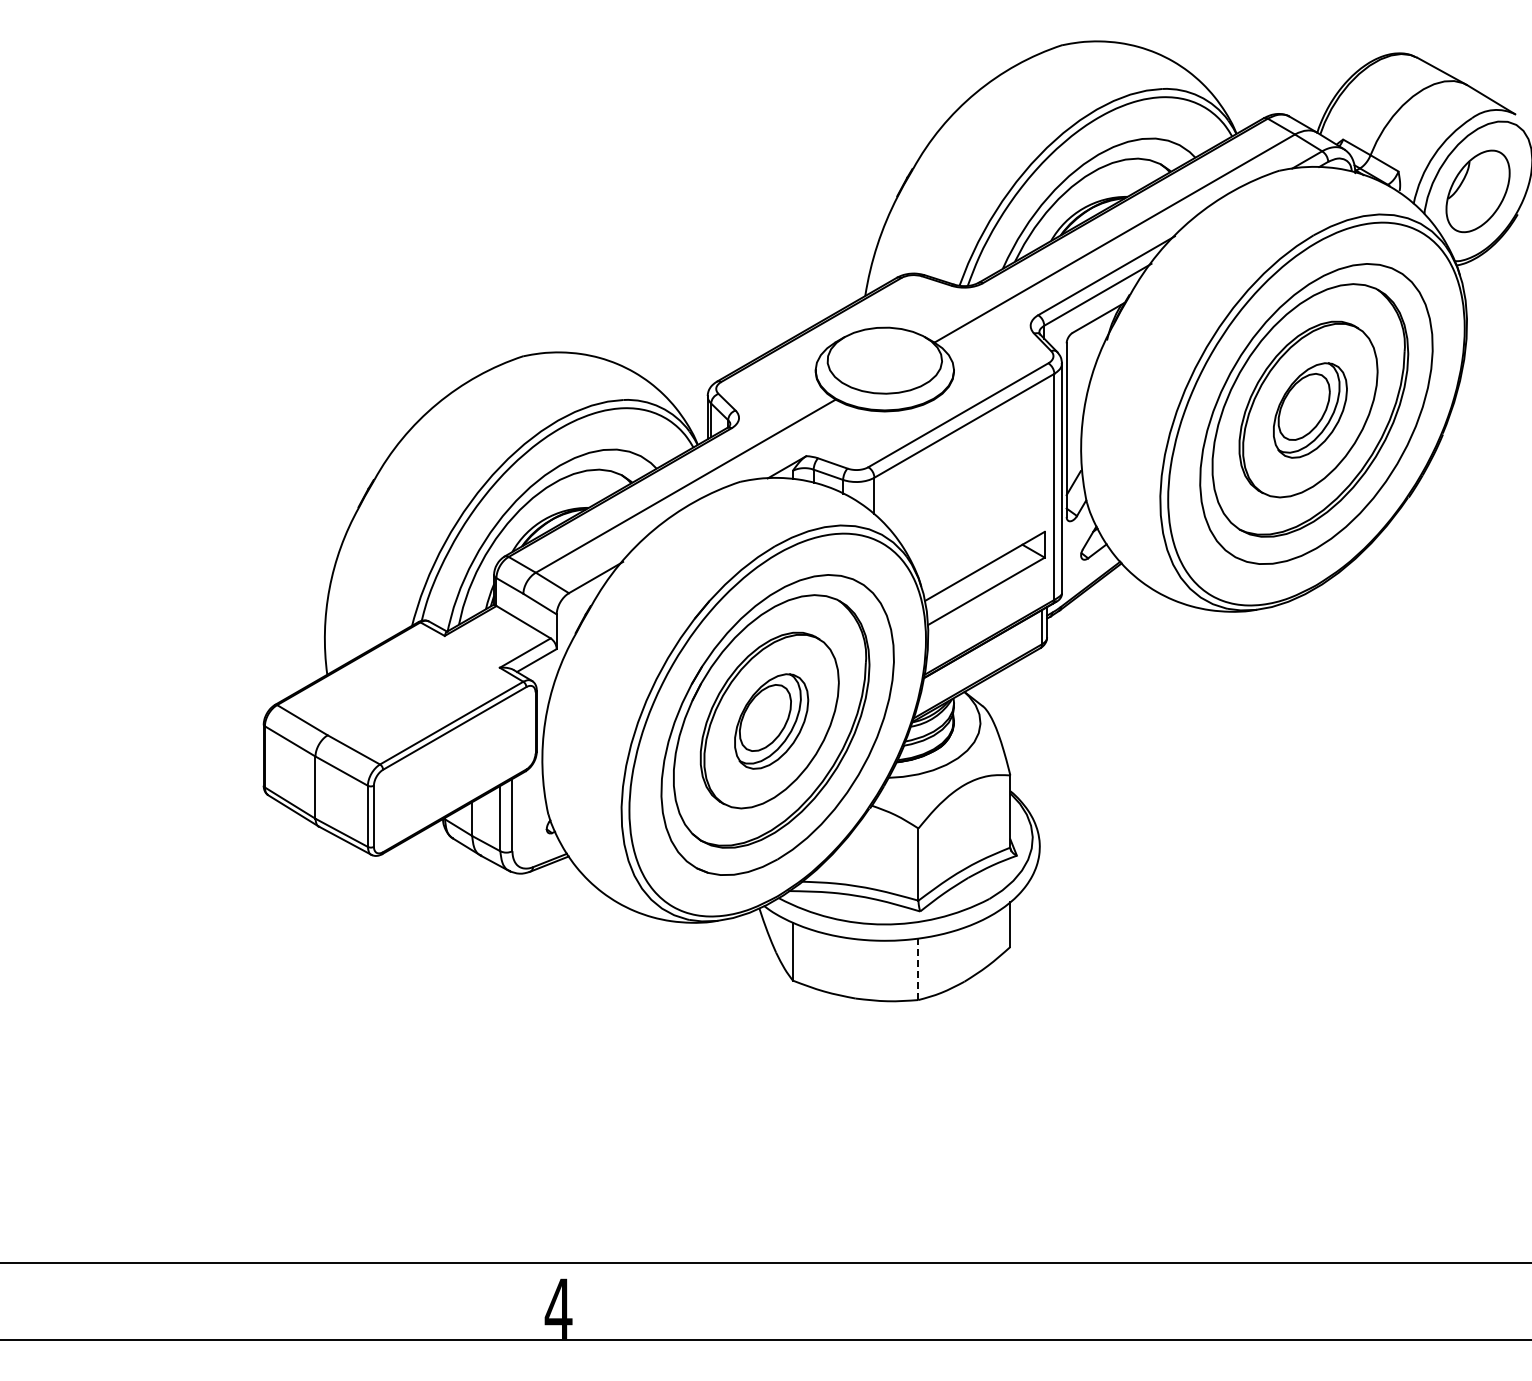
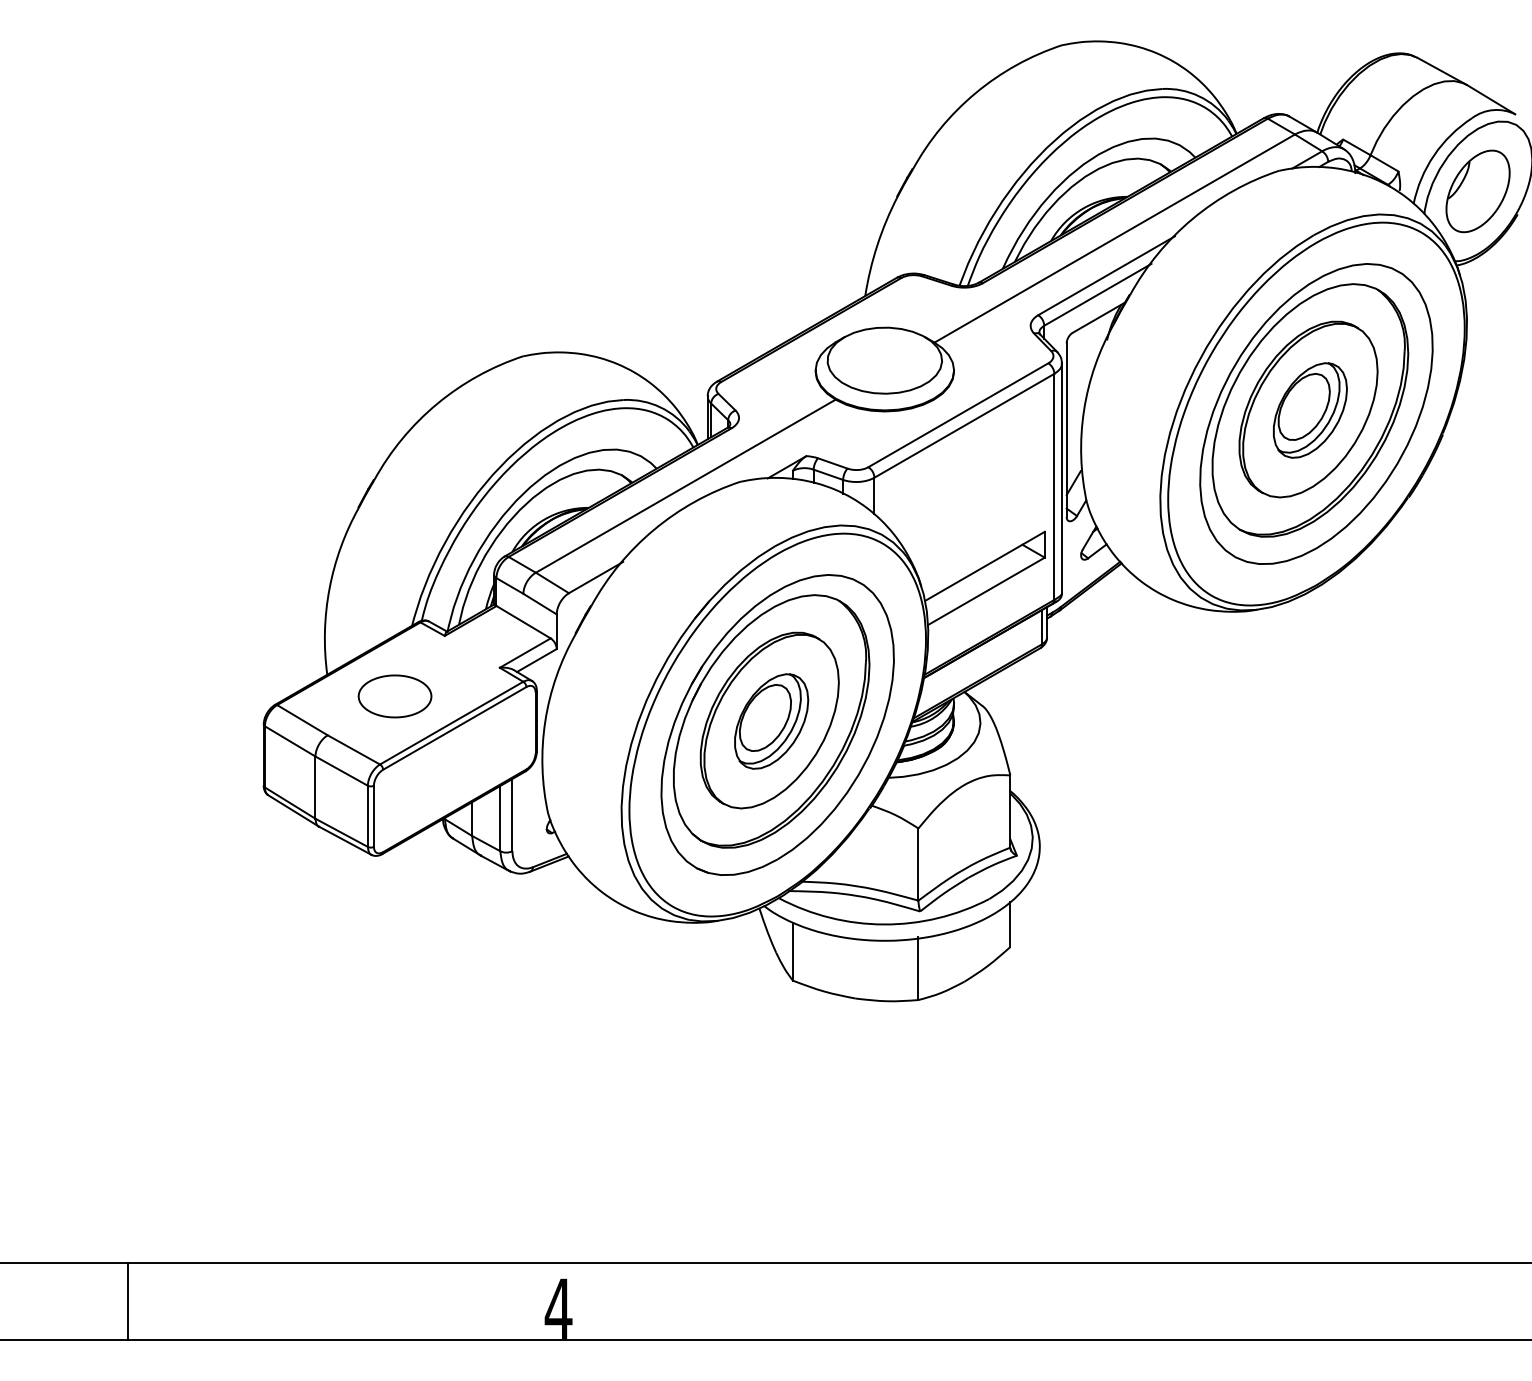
part at (394, 696): none -> present
line at (918, 968): dashed -> solid
line at (127, 1300): none -> present
